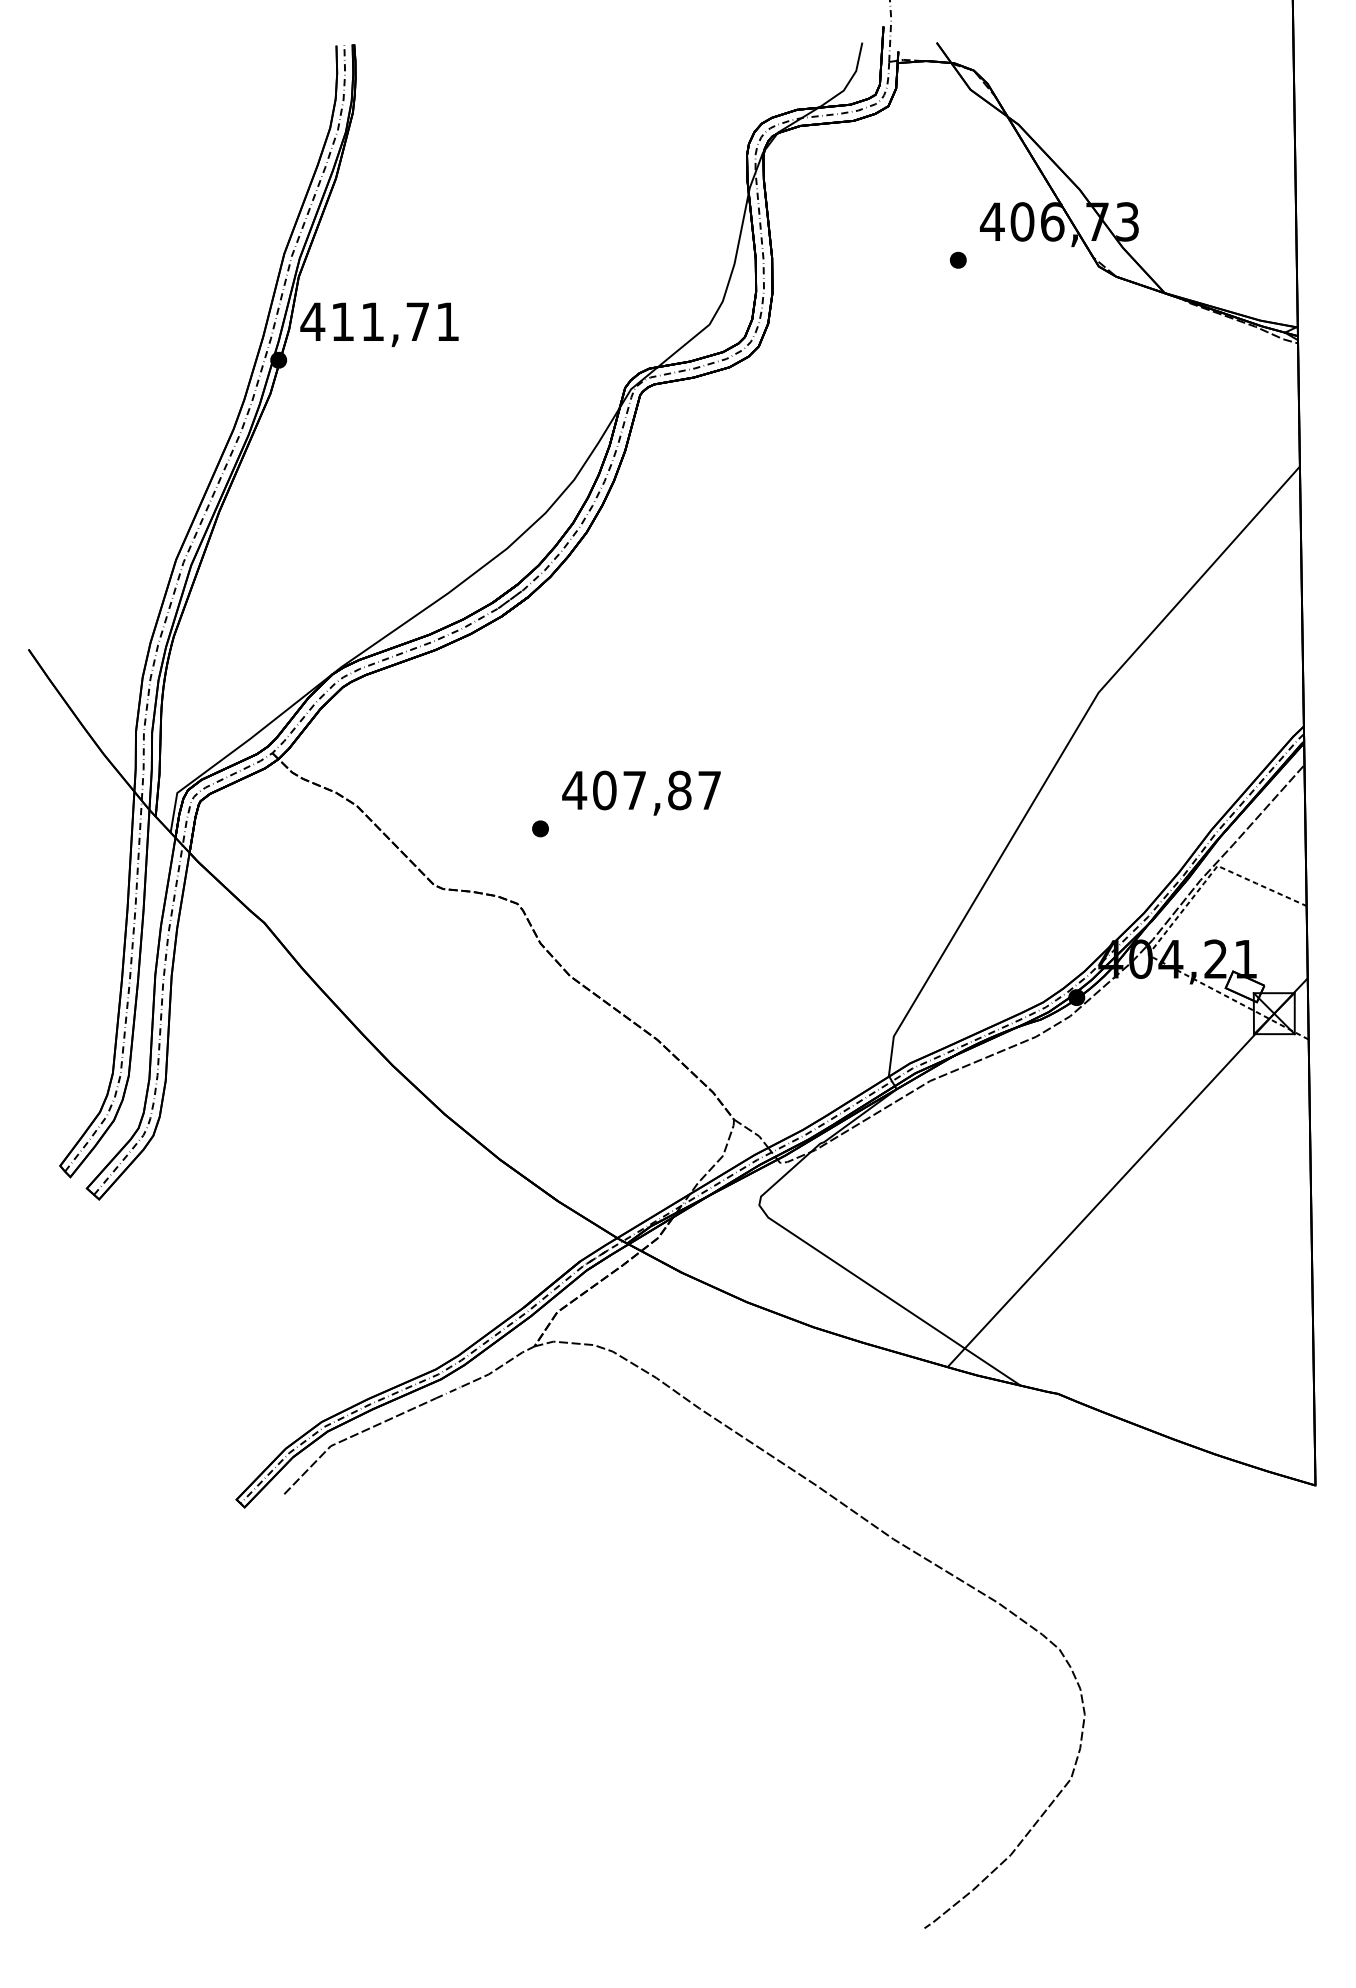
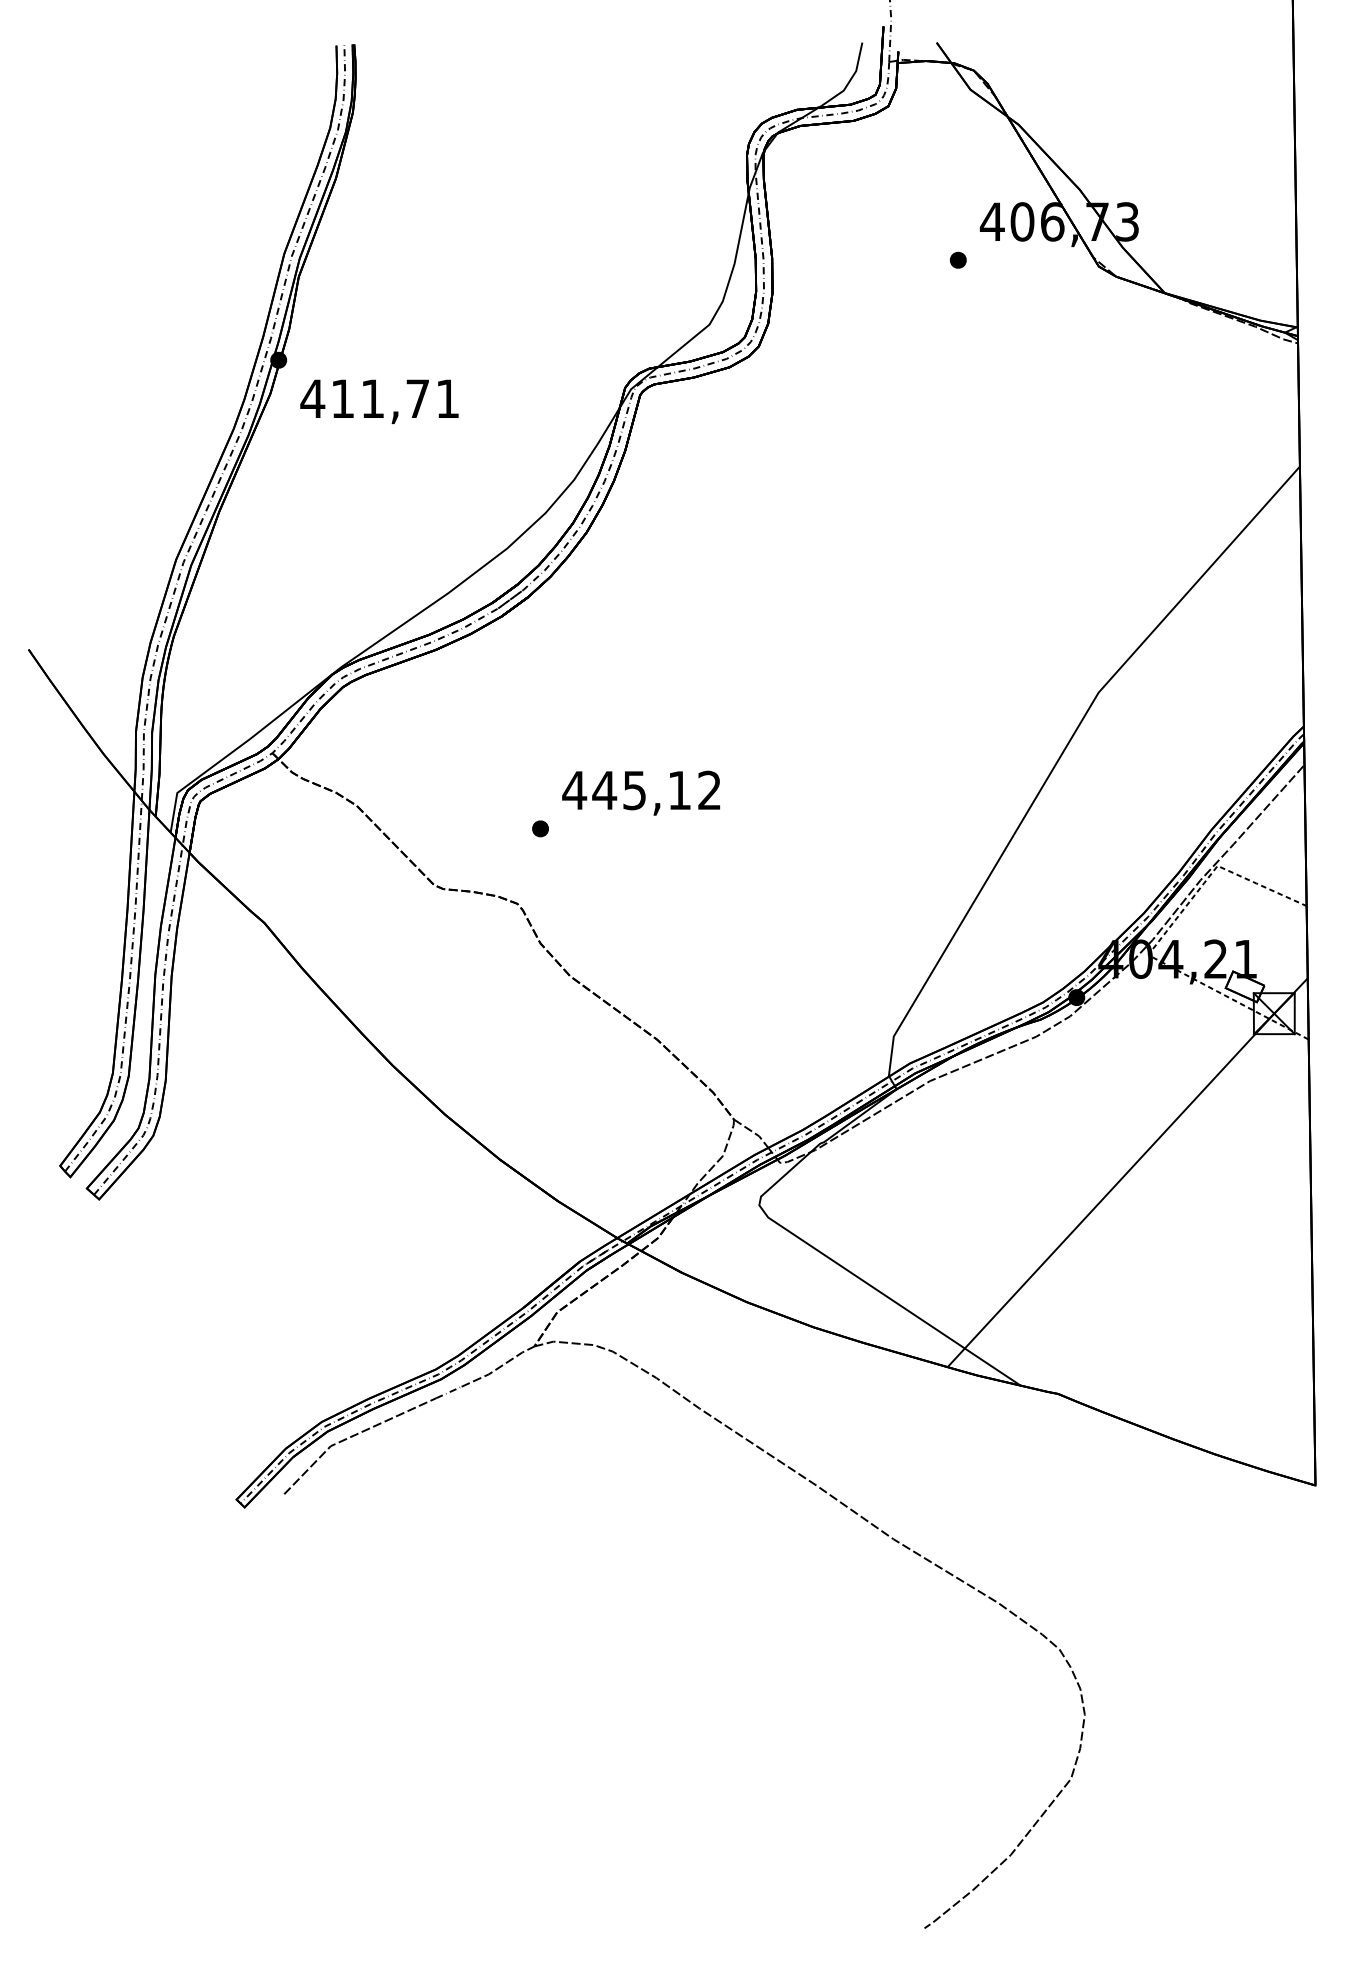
text at (379, 324) position: (379, 324) -> (379, 401)
text at (656, 790): 407,87 -> 445,12
